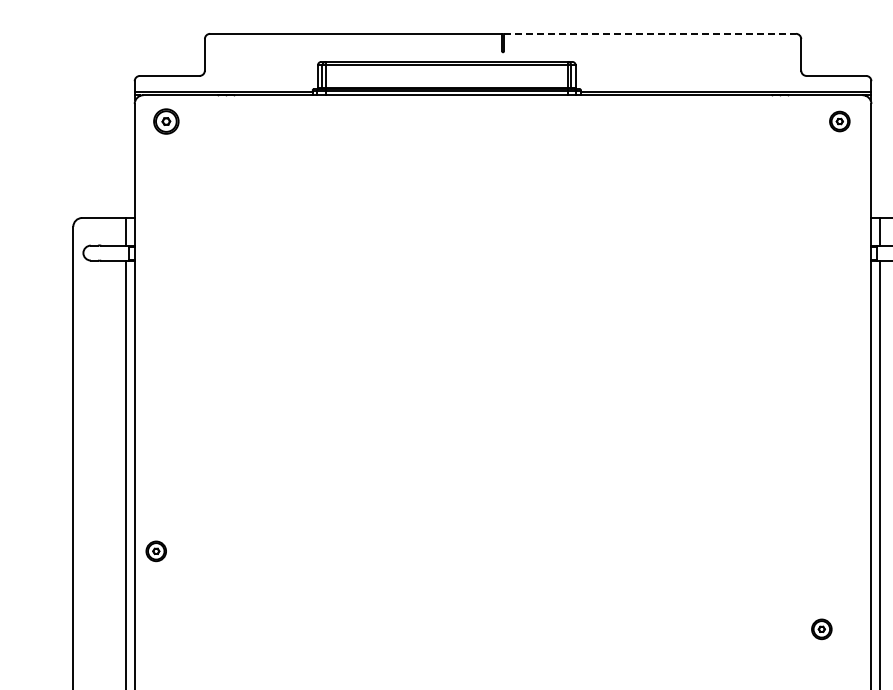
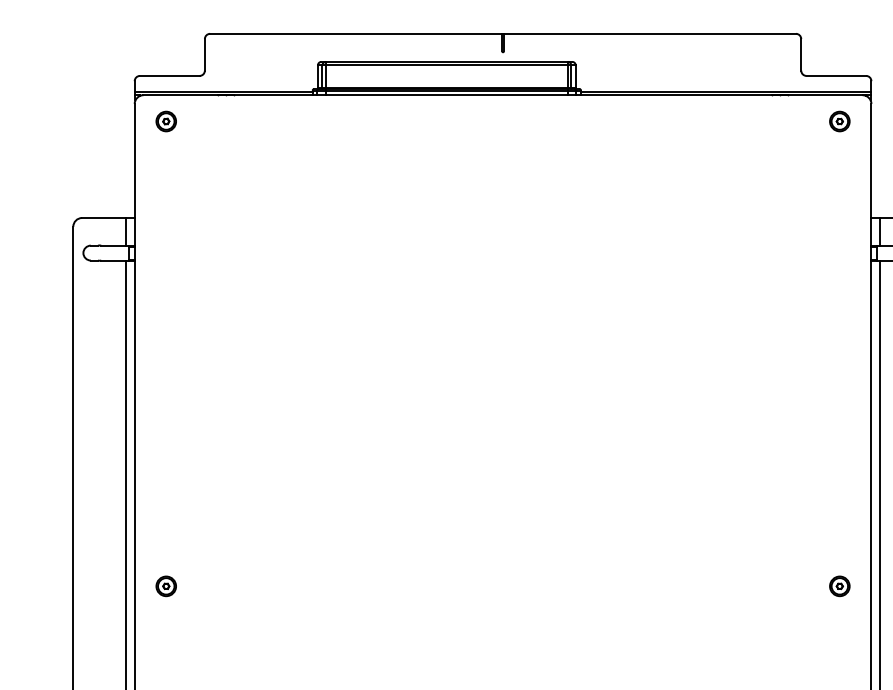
line at (650, 33): dashed -> solid
part at (166, 121) size: 27x27 px -> 22x23 px
part at (155, 551) position: (155, 551) -> (165, 586)
part at (821, 629) position: (821, 629) -> (839, 586)
